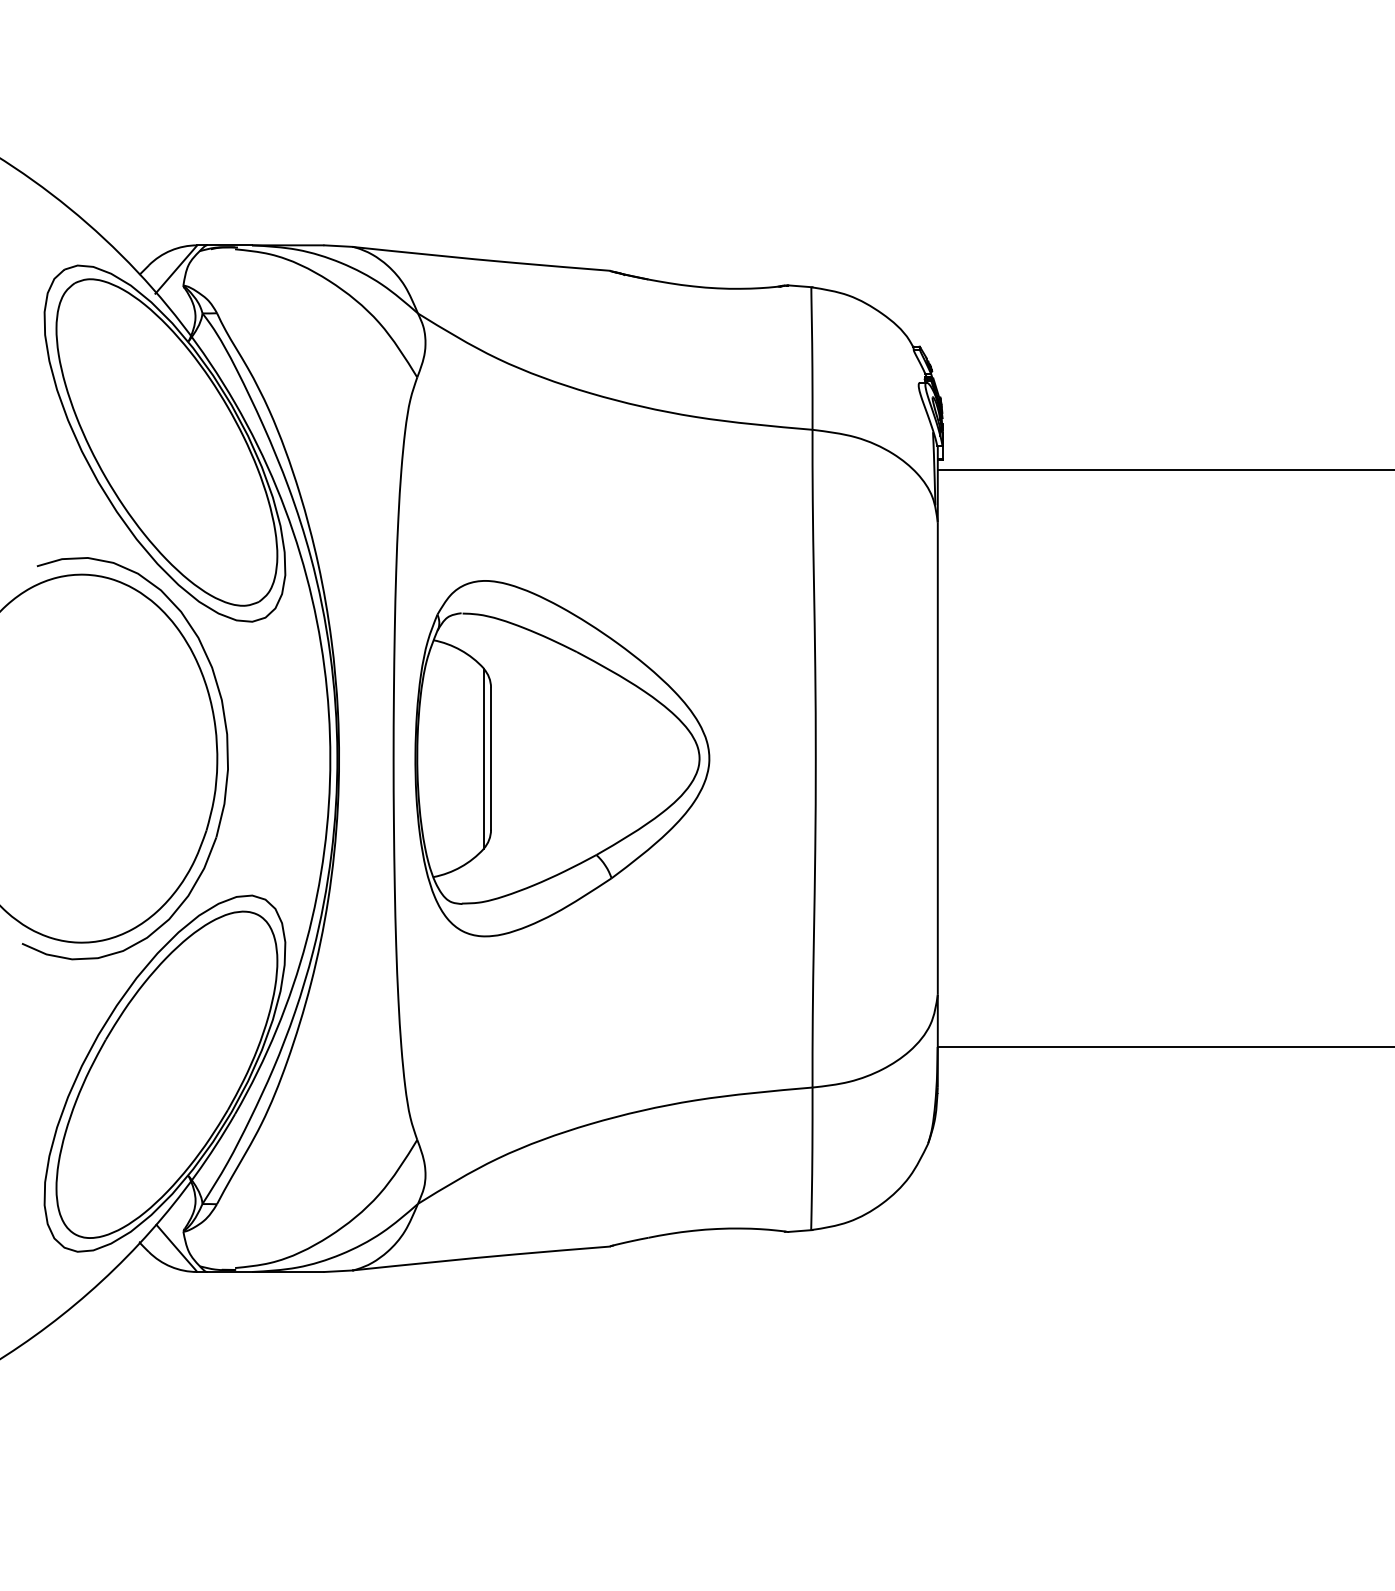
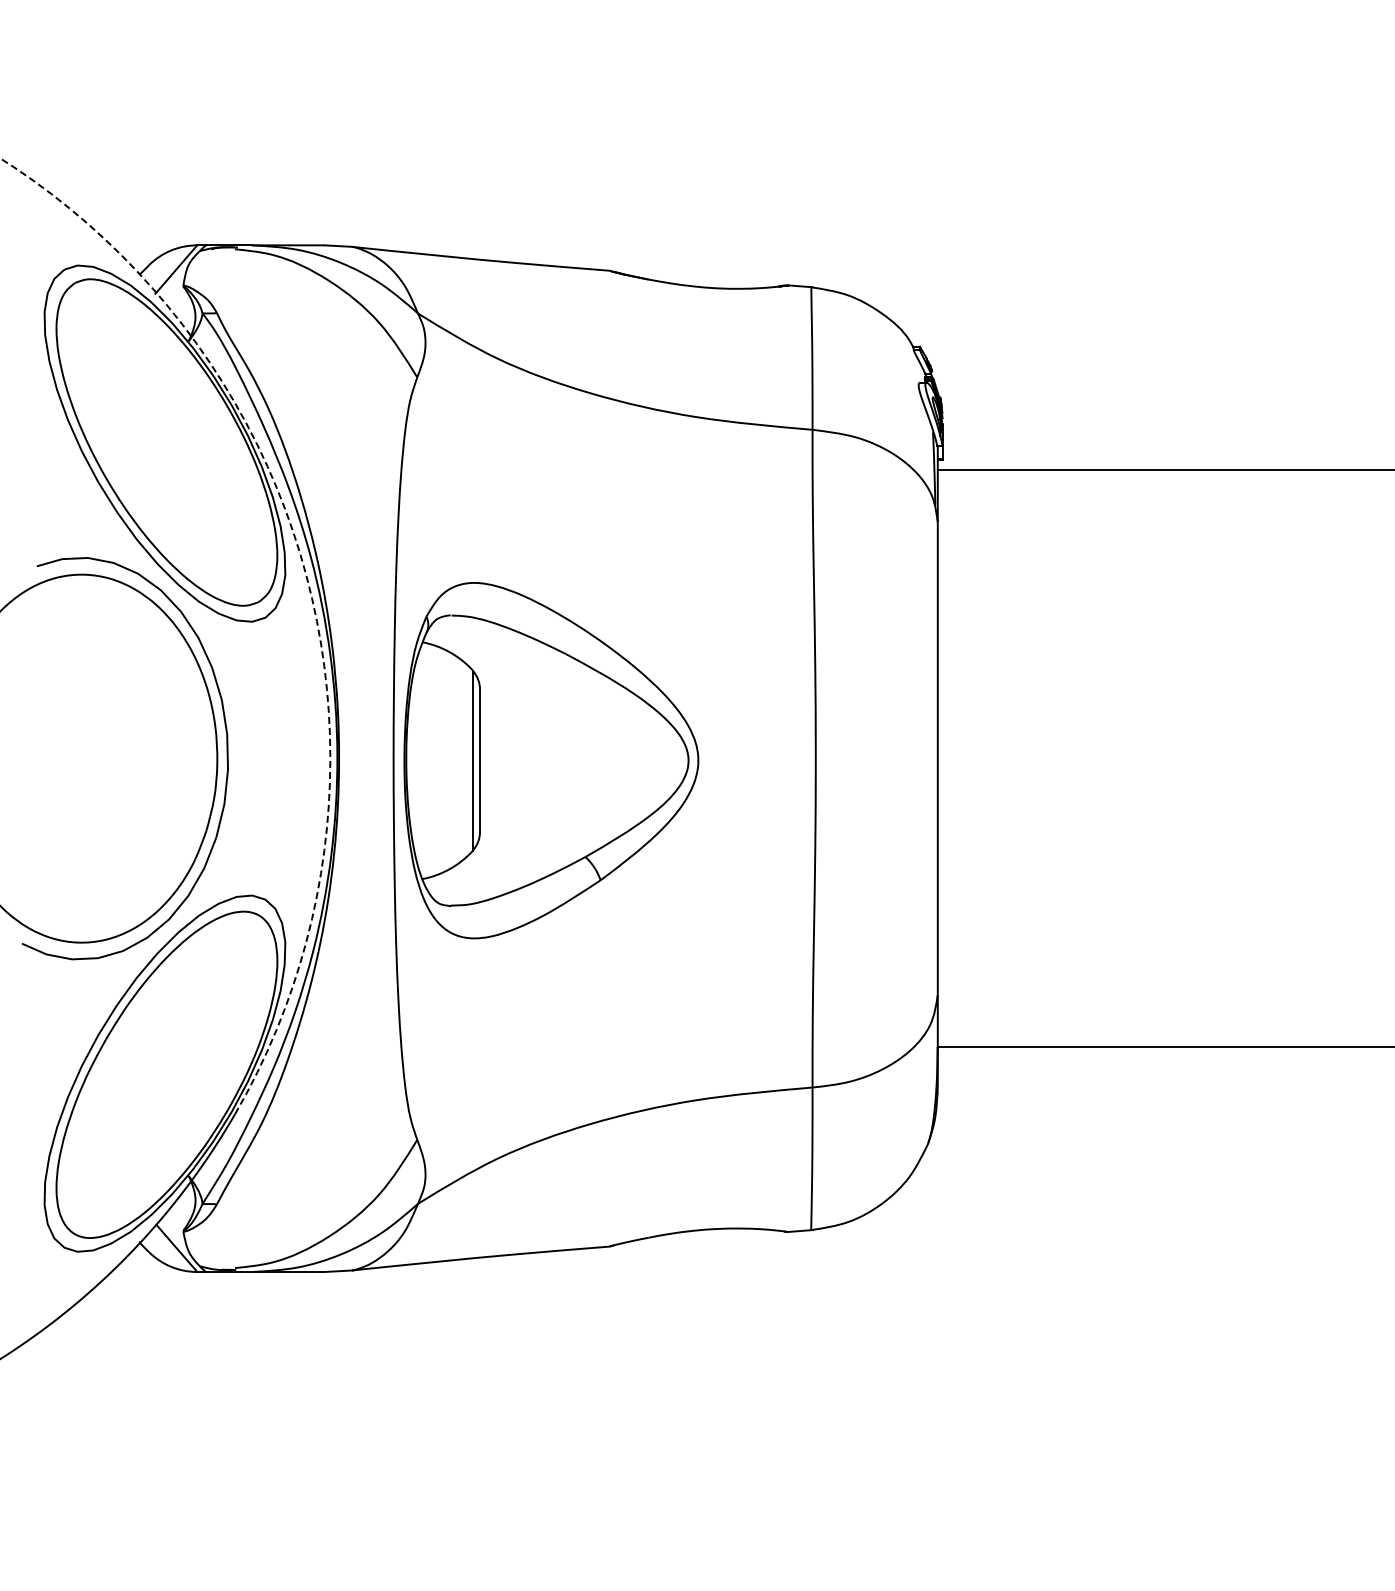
arc at (310, 590): solid -> dashed
part at (562, 758) position: (562, 758) -> (551, 760)
